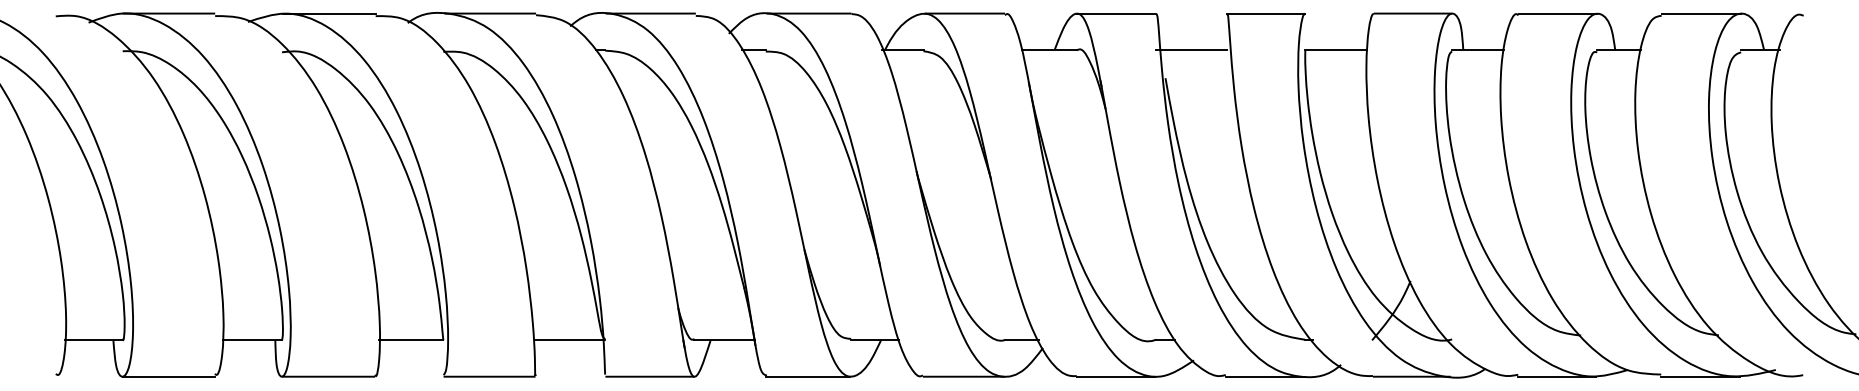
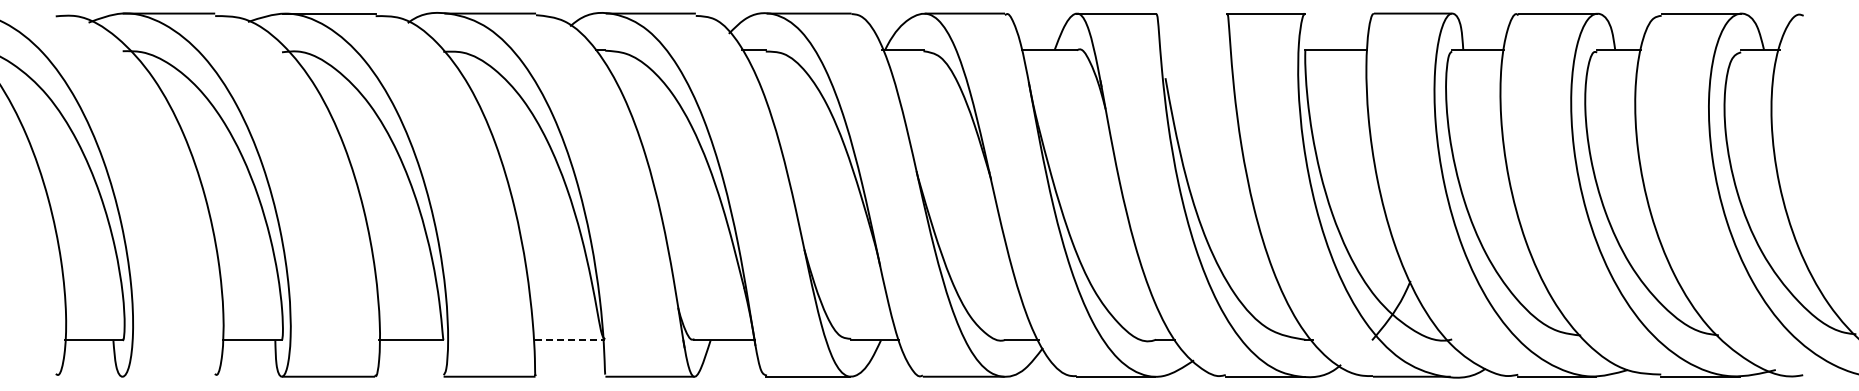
line at (1191, 49): present -> none
line at (570, 340): solid -> dashed
line at (168, 376): present -> none
